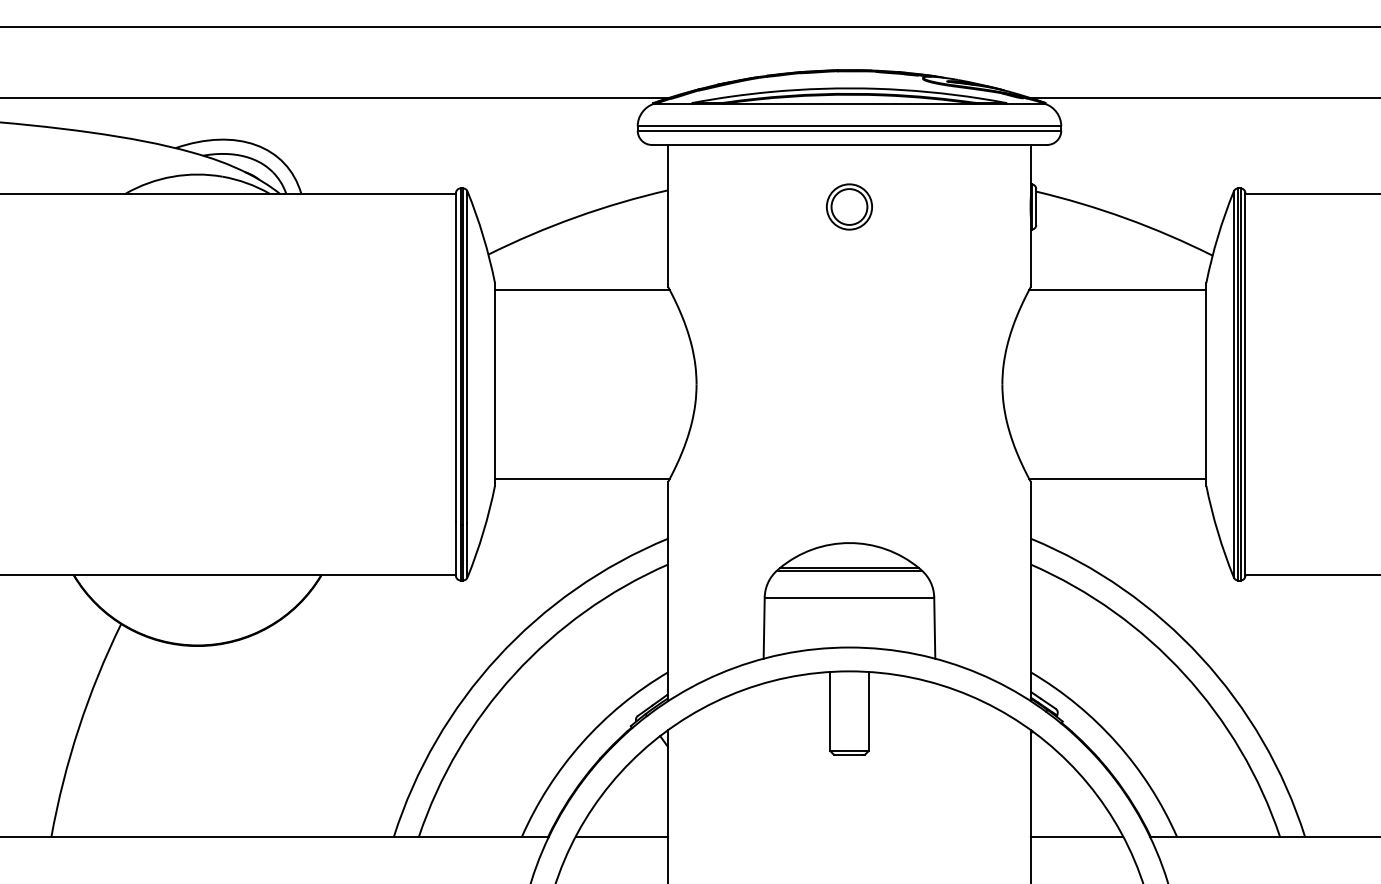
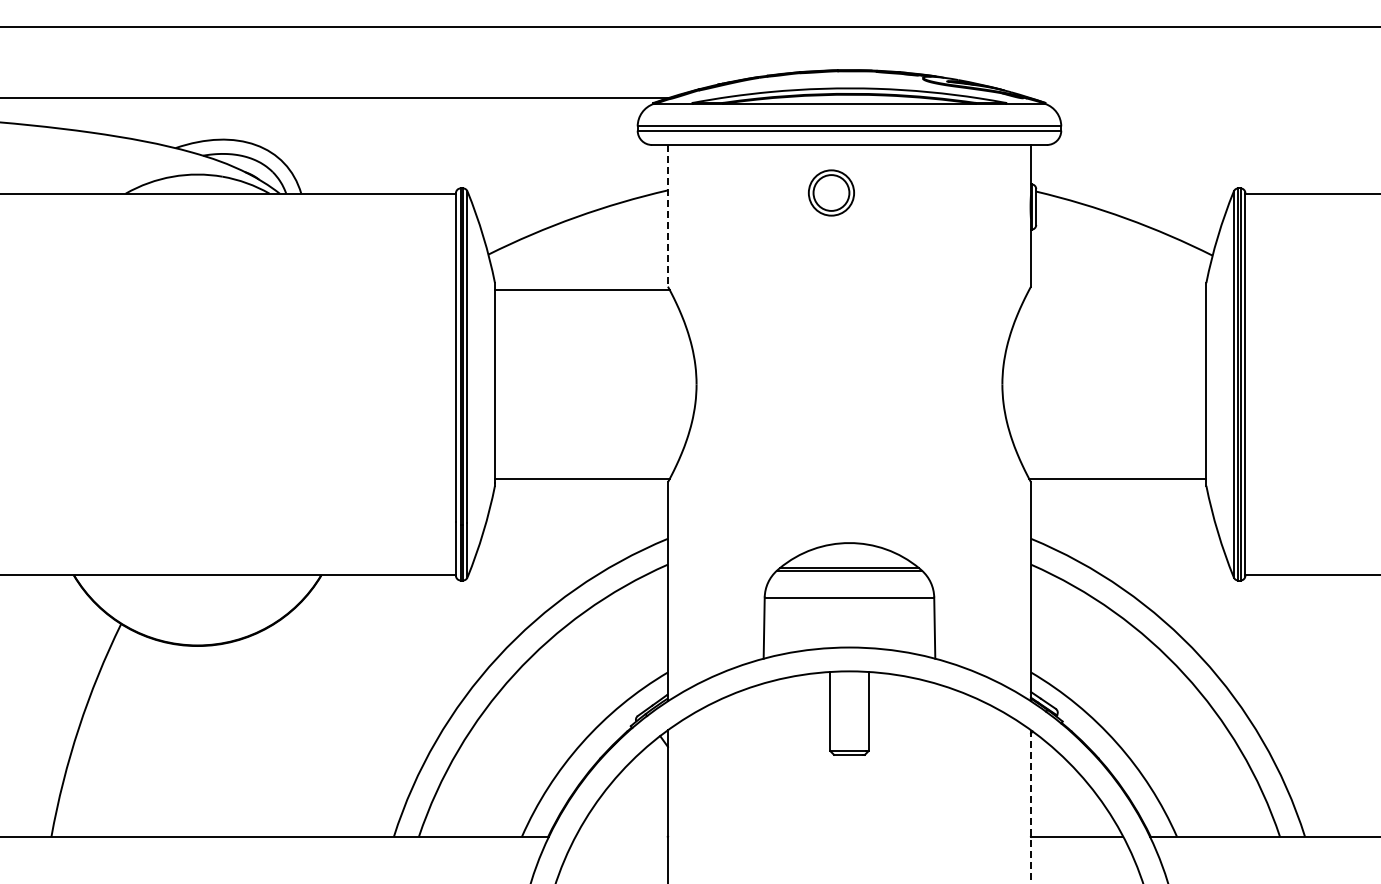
line at (1204, 98): present -> none
part at (849, 206) position: (849, 206) -> (831, 192)
line at (667, 215): solid -> dashed
line at (1117, 290): present -> none
line at (1030, 807): solid -> dashed
line at (621, 836): present -> none
